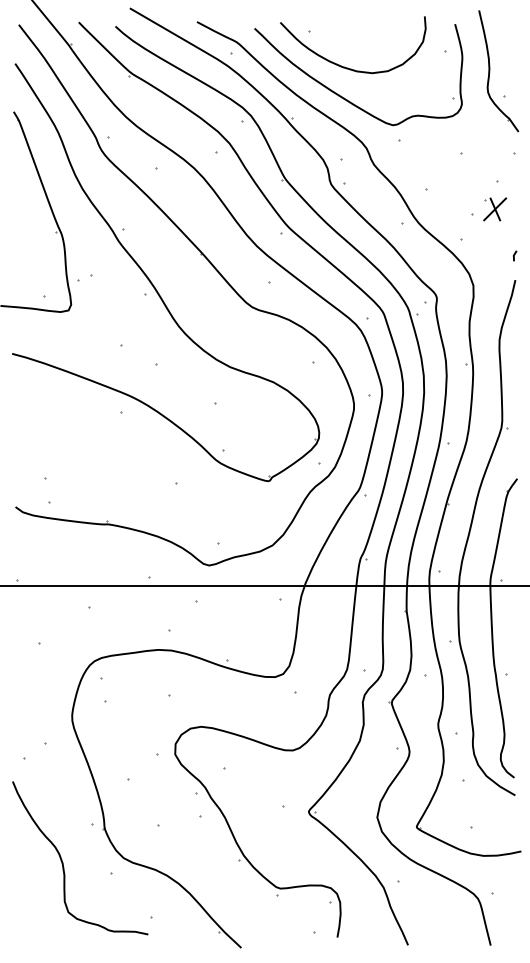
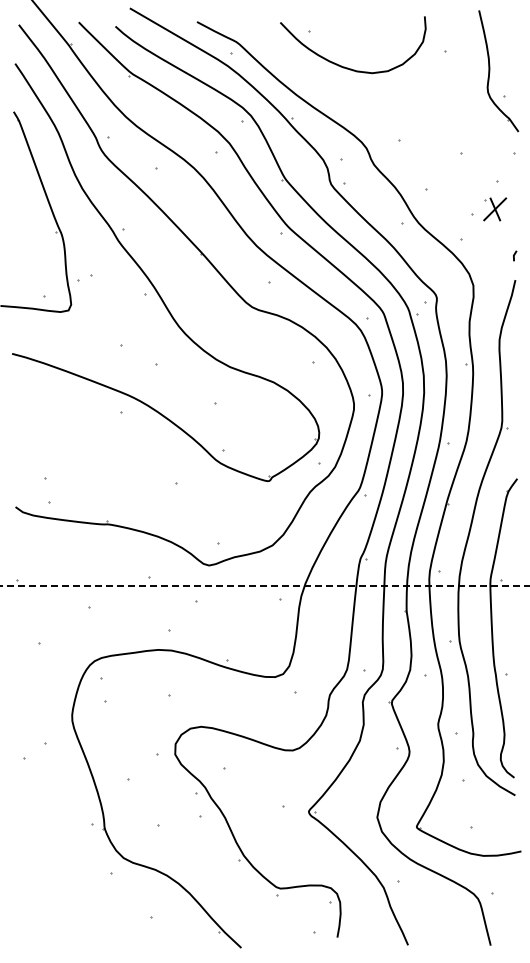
part at (344, 97): present -> none
line at (264, 585): solid -> dashed
curve at (63, 862): present -> none
